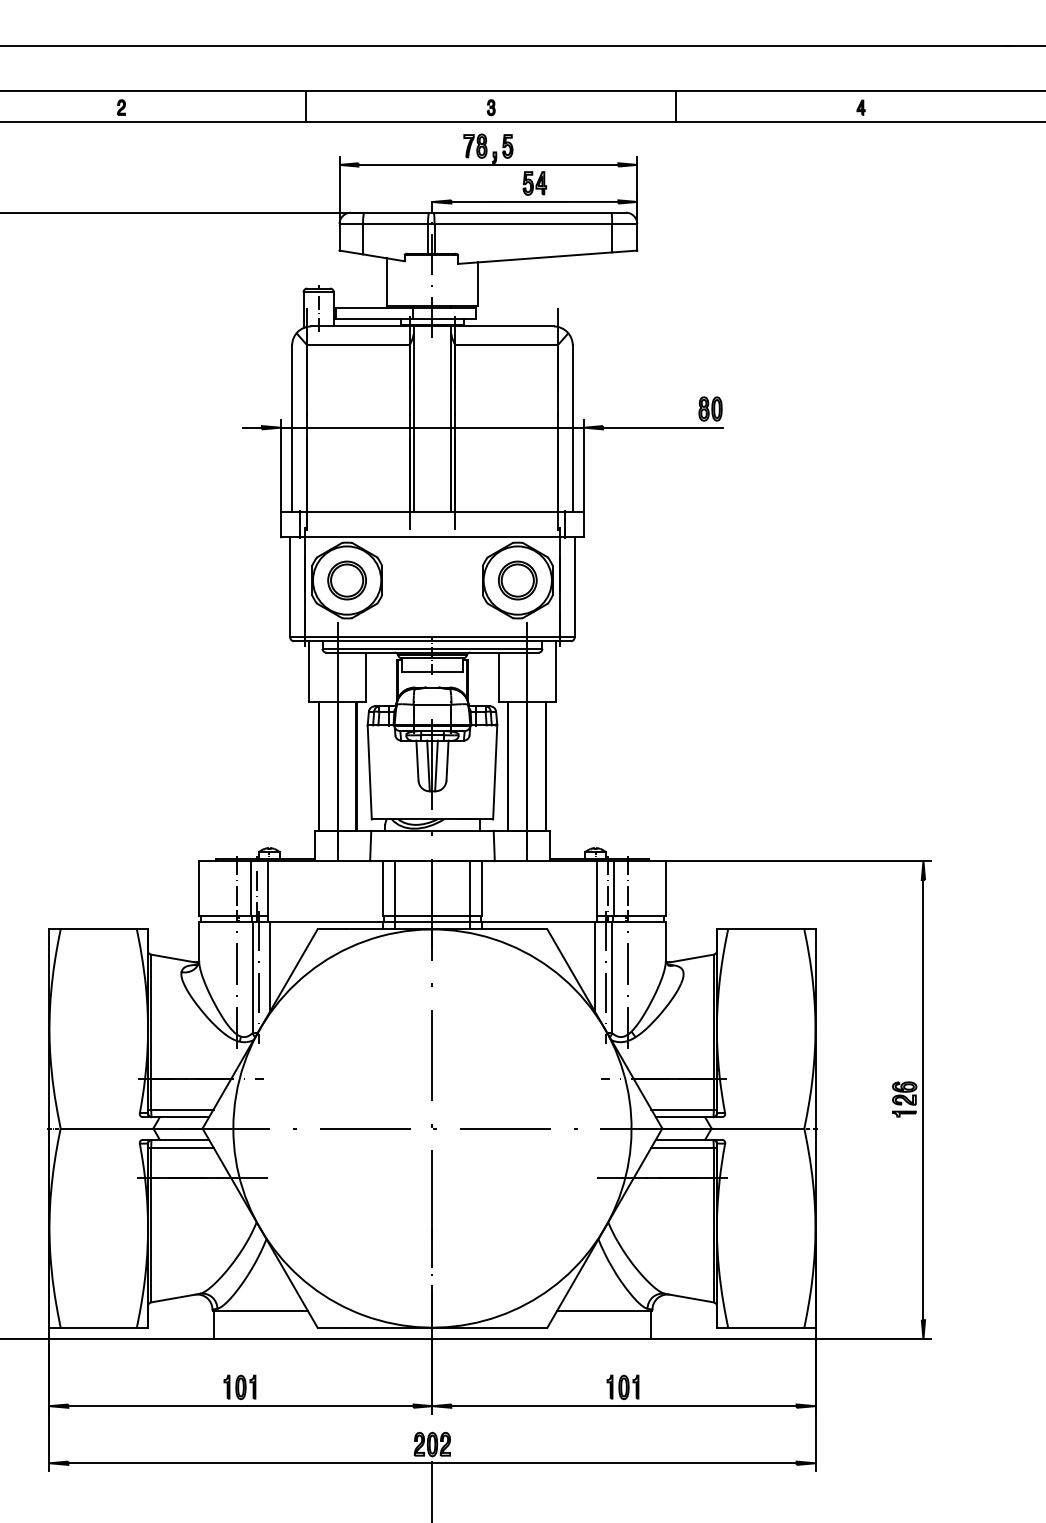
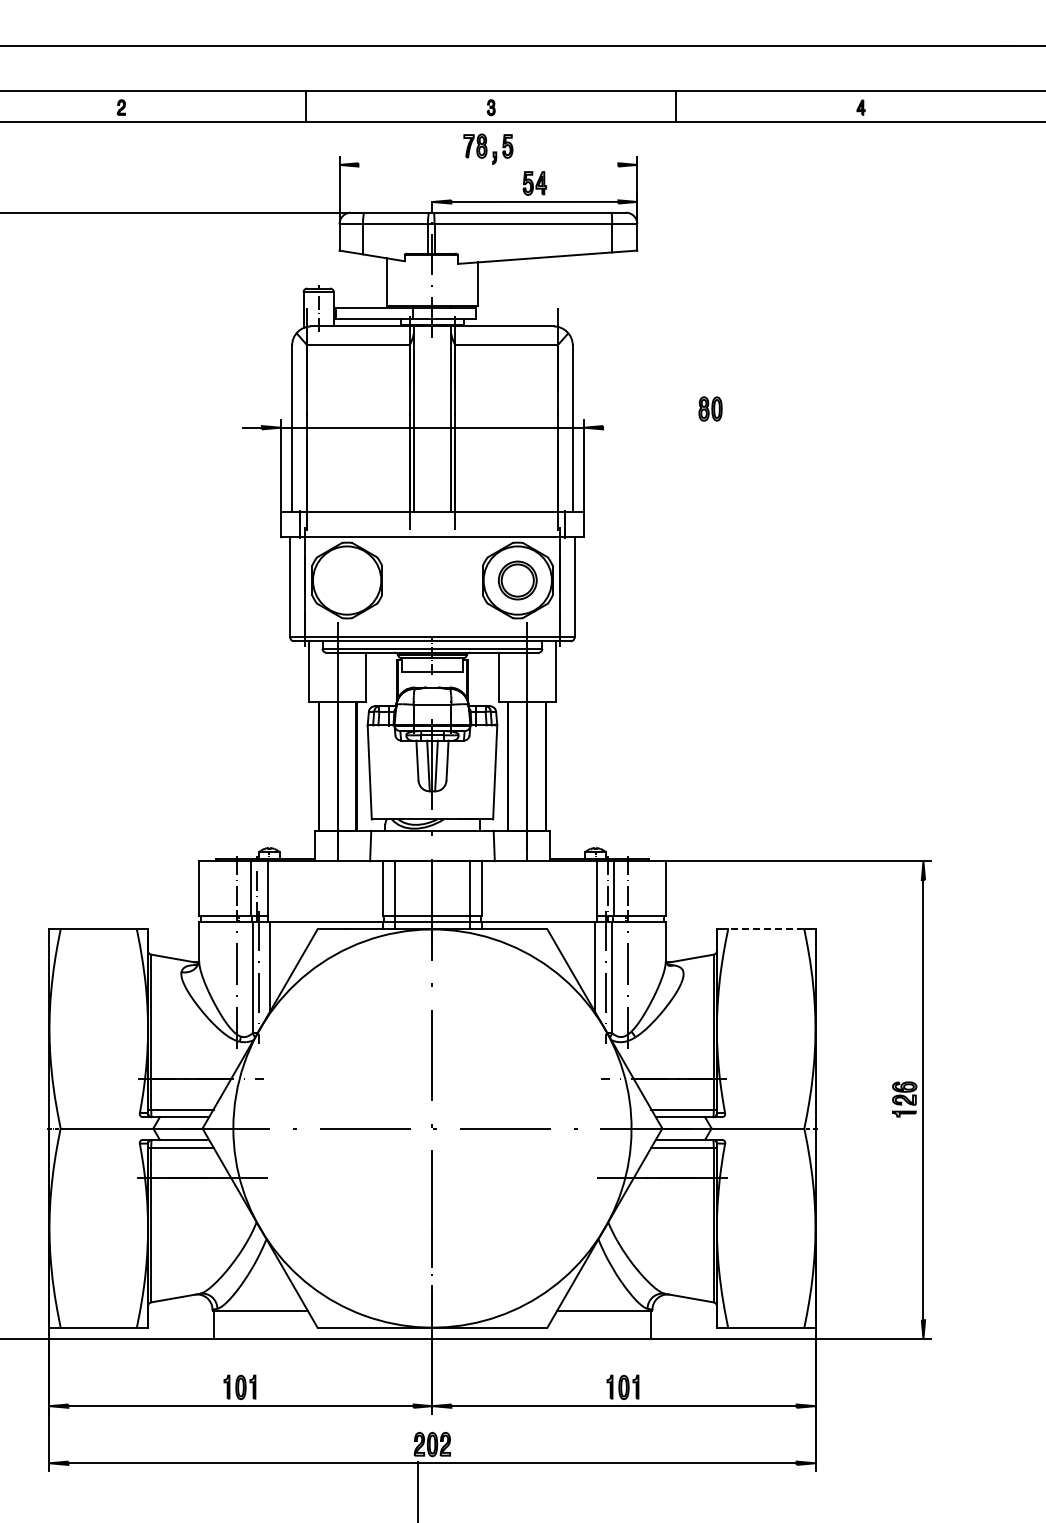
line at (488, 164): present -> none
line at (662, 427): present -> none
part at (346, 580): present -> none
line at (765, 929): solid -> dashed
line at (432, 1489) position: (432, 1489) -> (418, 1489)
